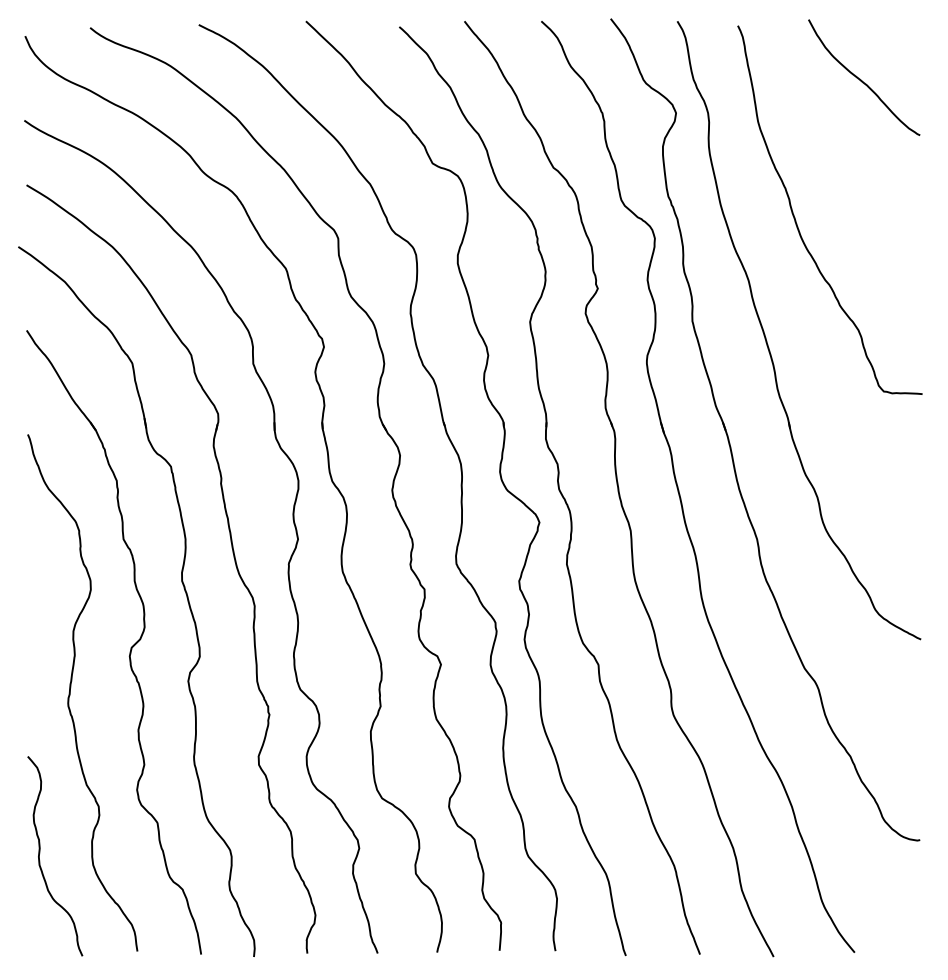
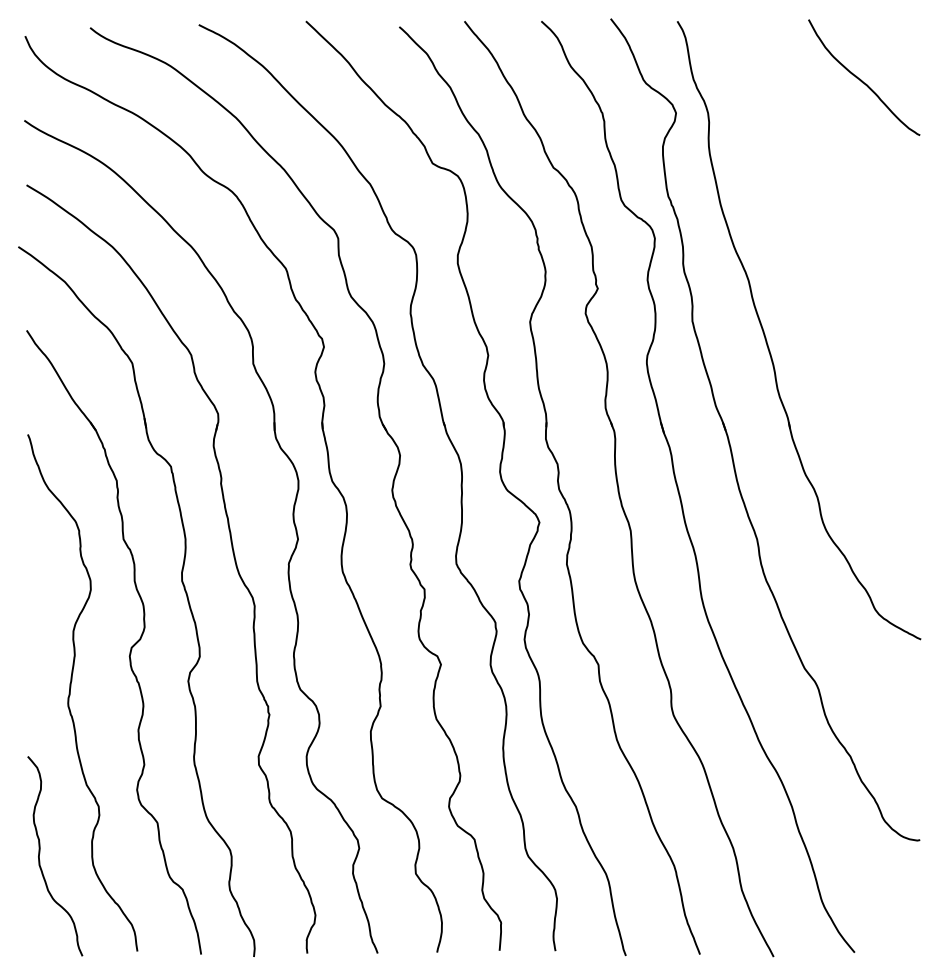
curve at (796, 220): present -> none
